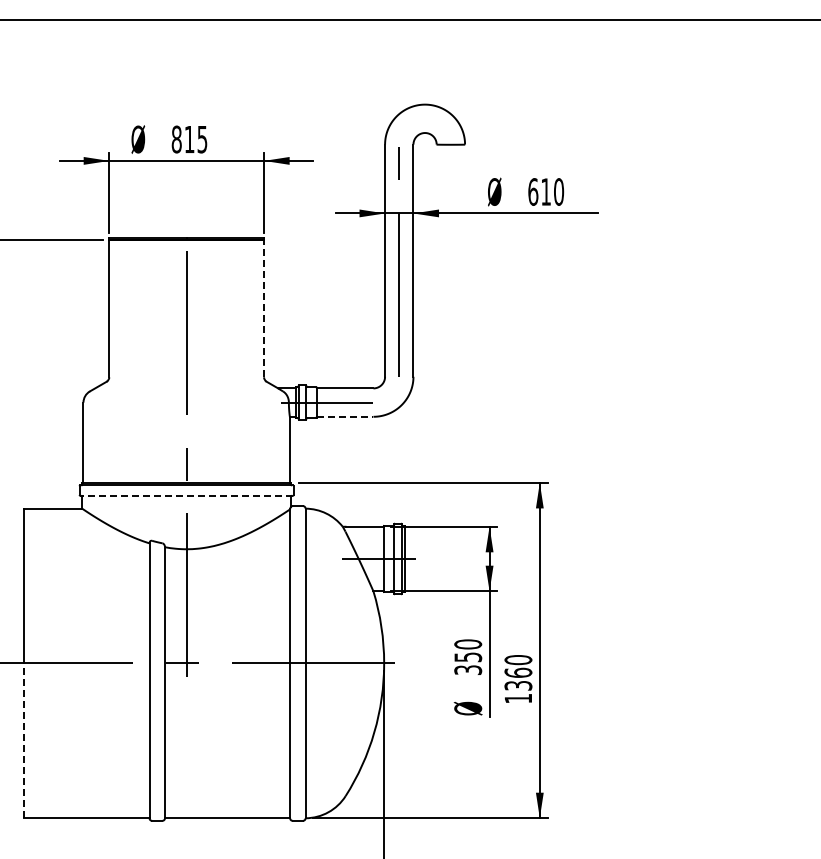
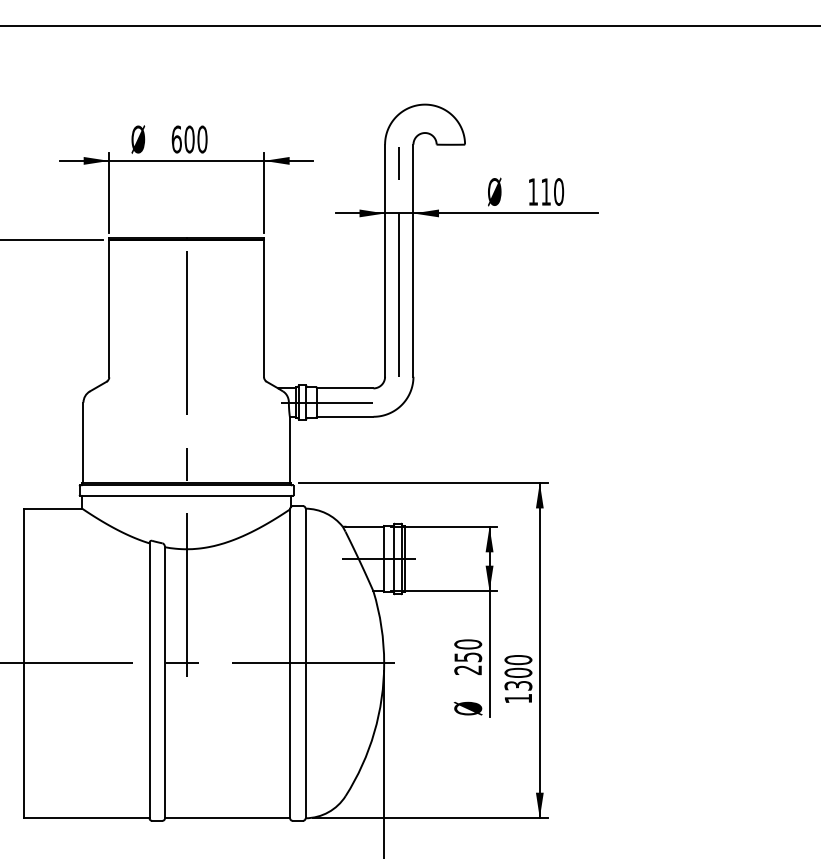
line at (409, 19) position: (409, 19) -> (409, 25)
text at (189, 139): 815 -> 600
text at (533, 191): 610 -> 110
line at (264, 308): dashed -> solid
line at (345, 416): dashed -> solid
line at (186, 495): dashed -> solid
text at (468, 670): 350 -> 250
text at (518, 672): 1360 -> 1300
line at (24, 740): dashed -> solid
